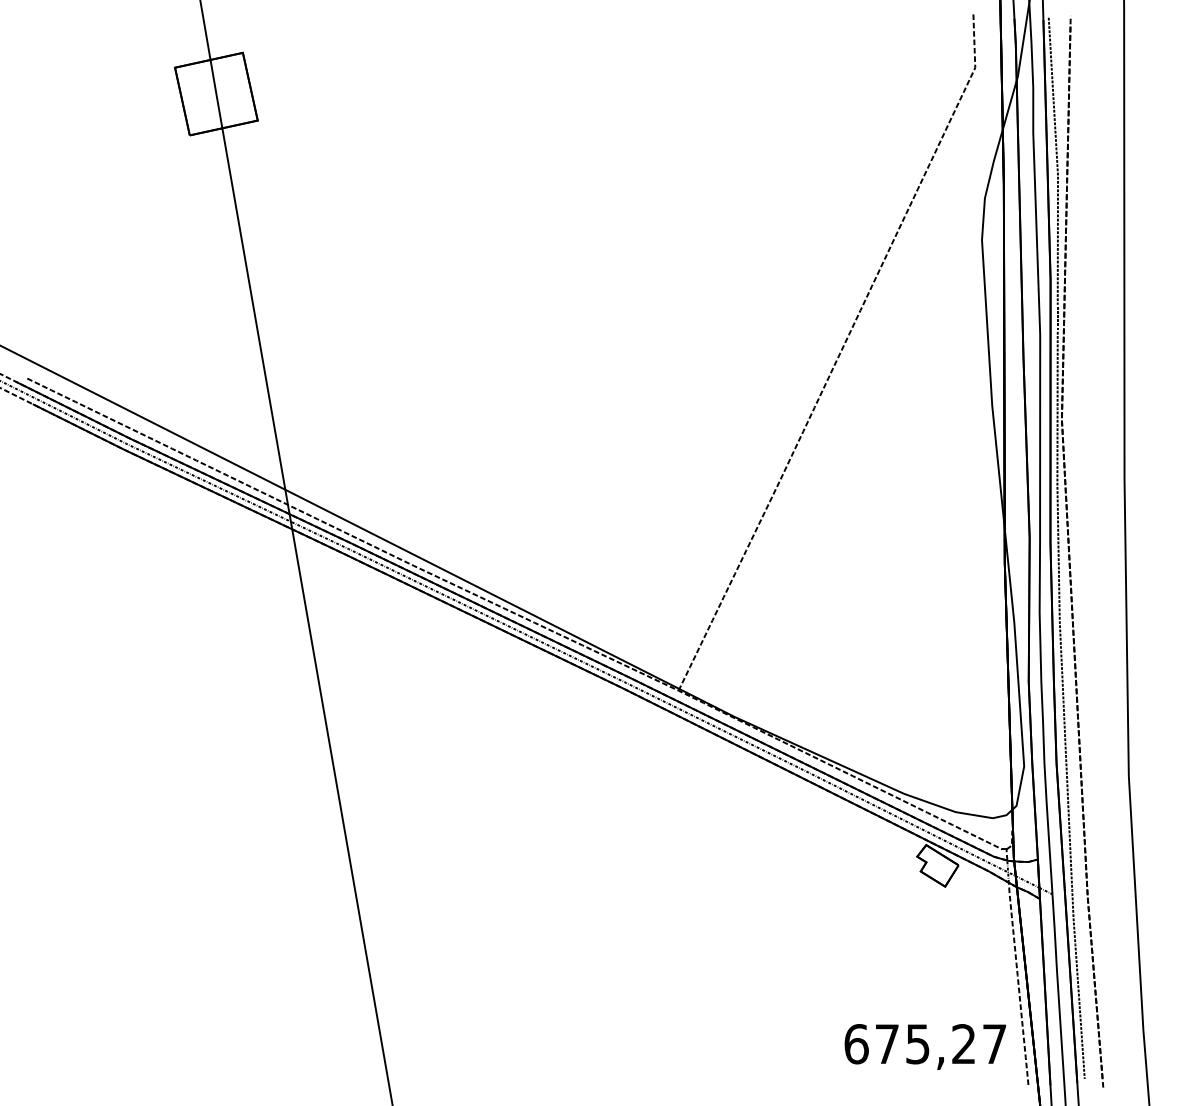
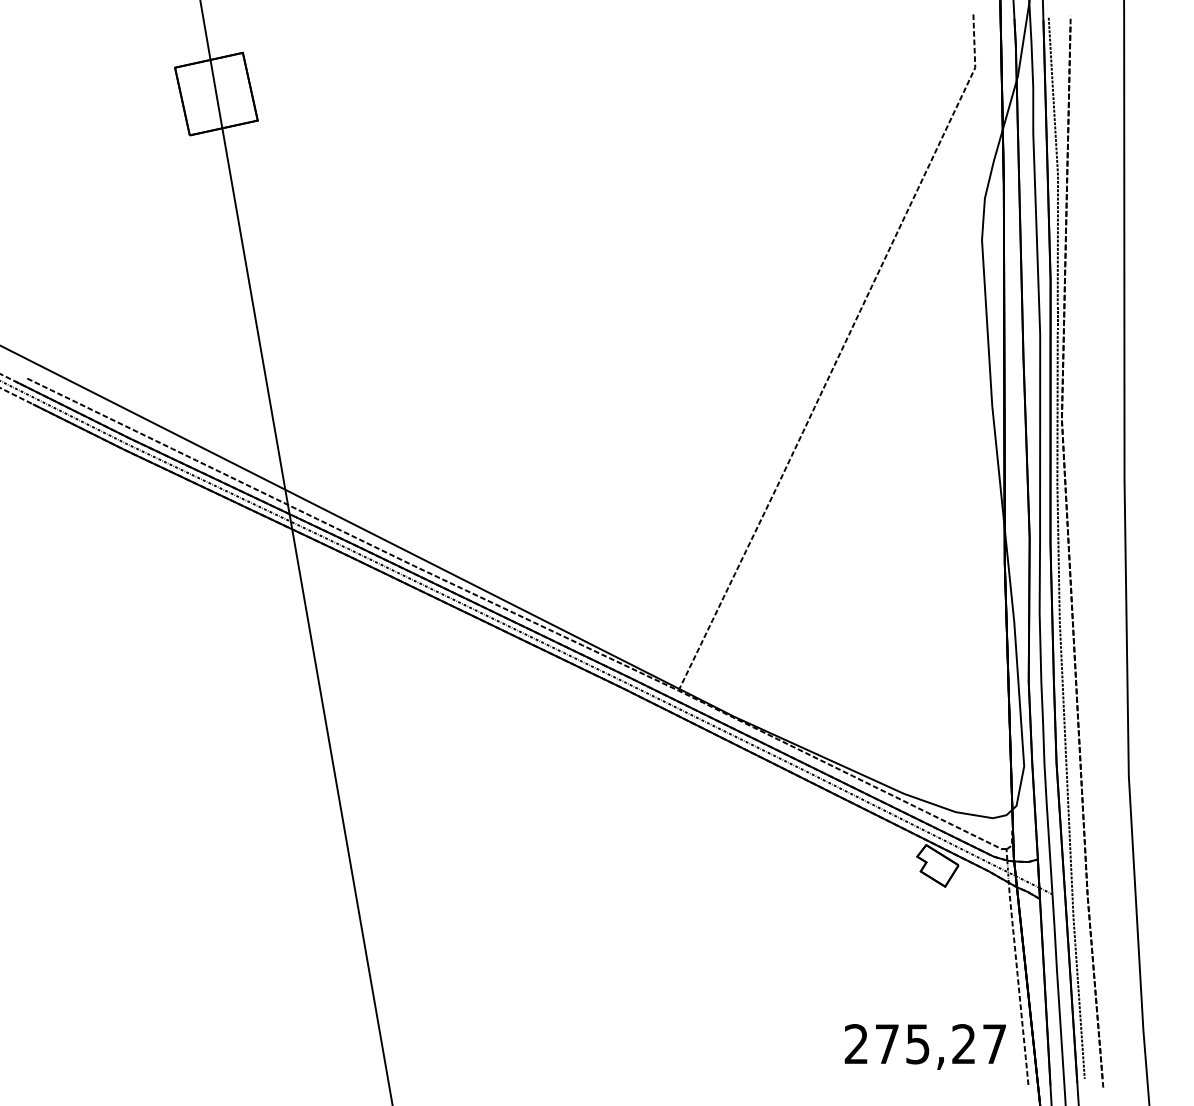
text at (856, 1044): 675,27 -> 275,27
